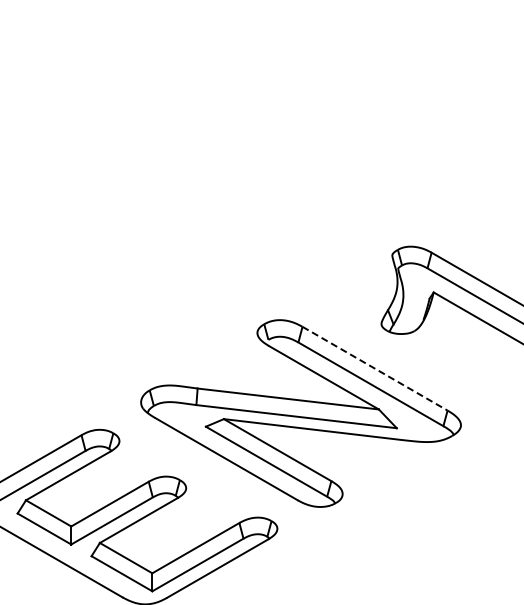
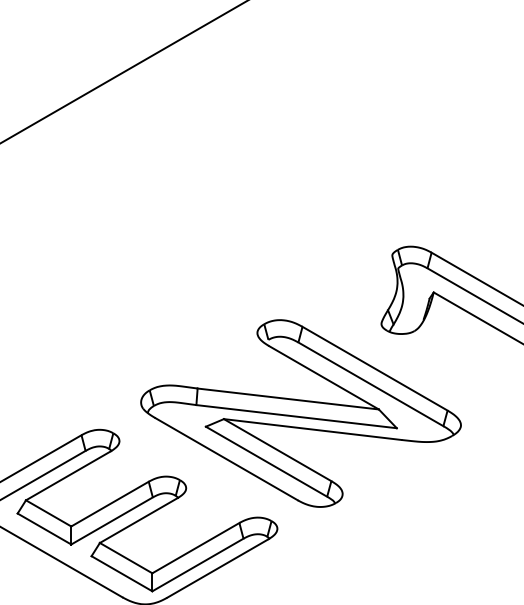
line at (123, 72): none -> present
line at (375, 368): dashed -> solid
